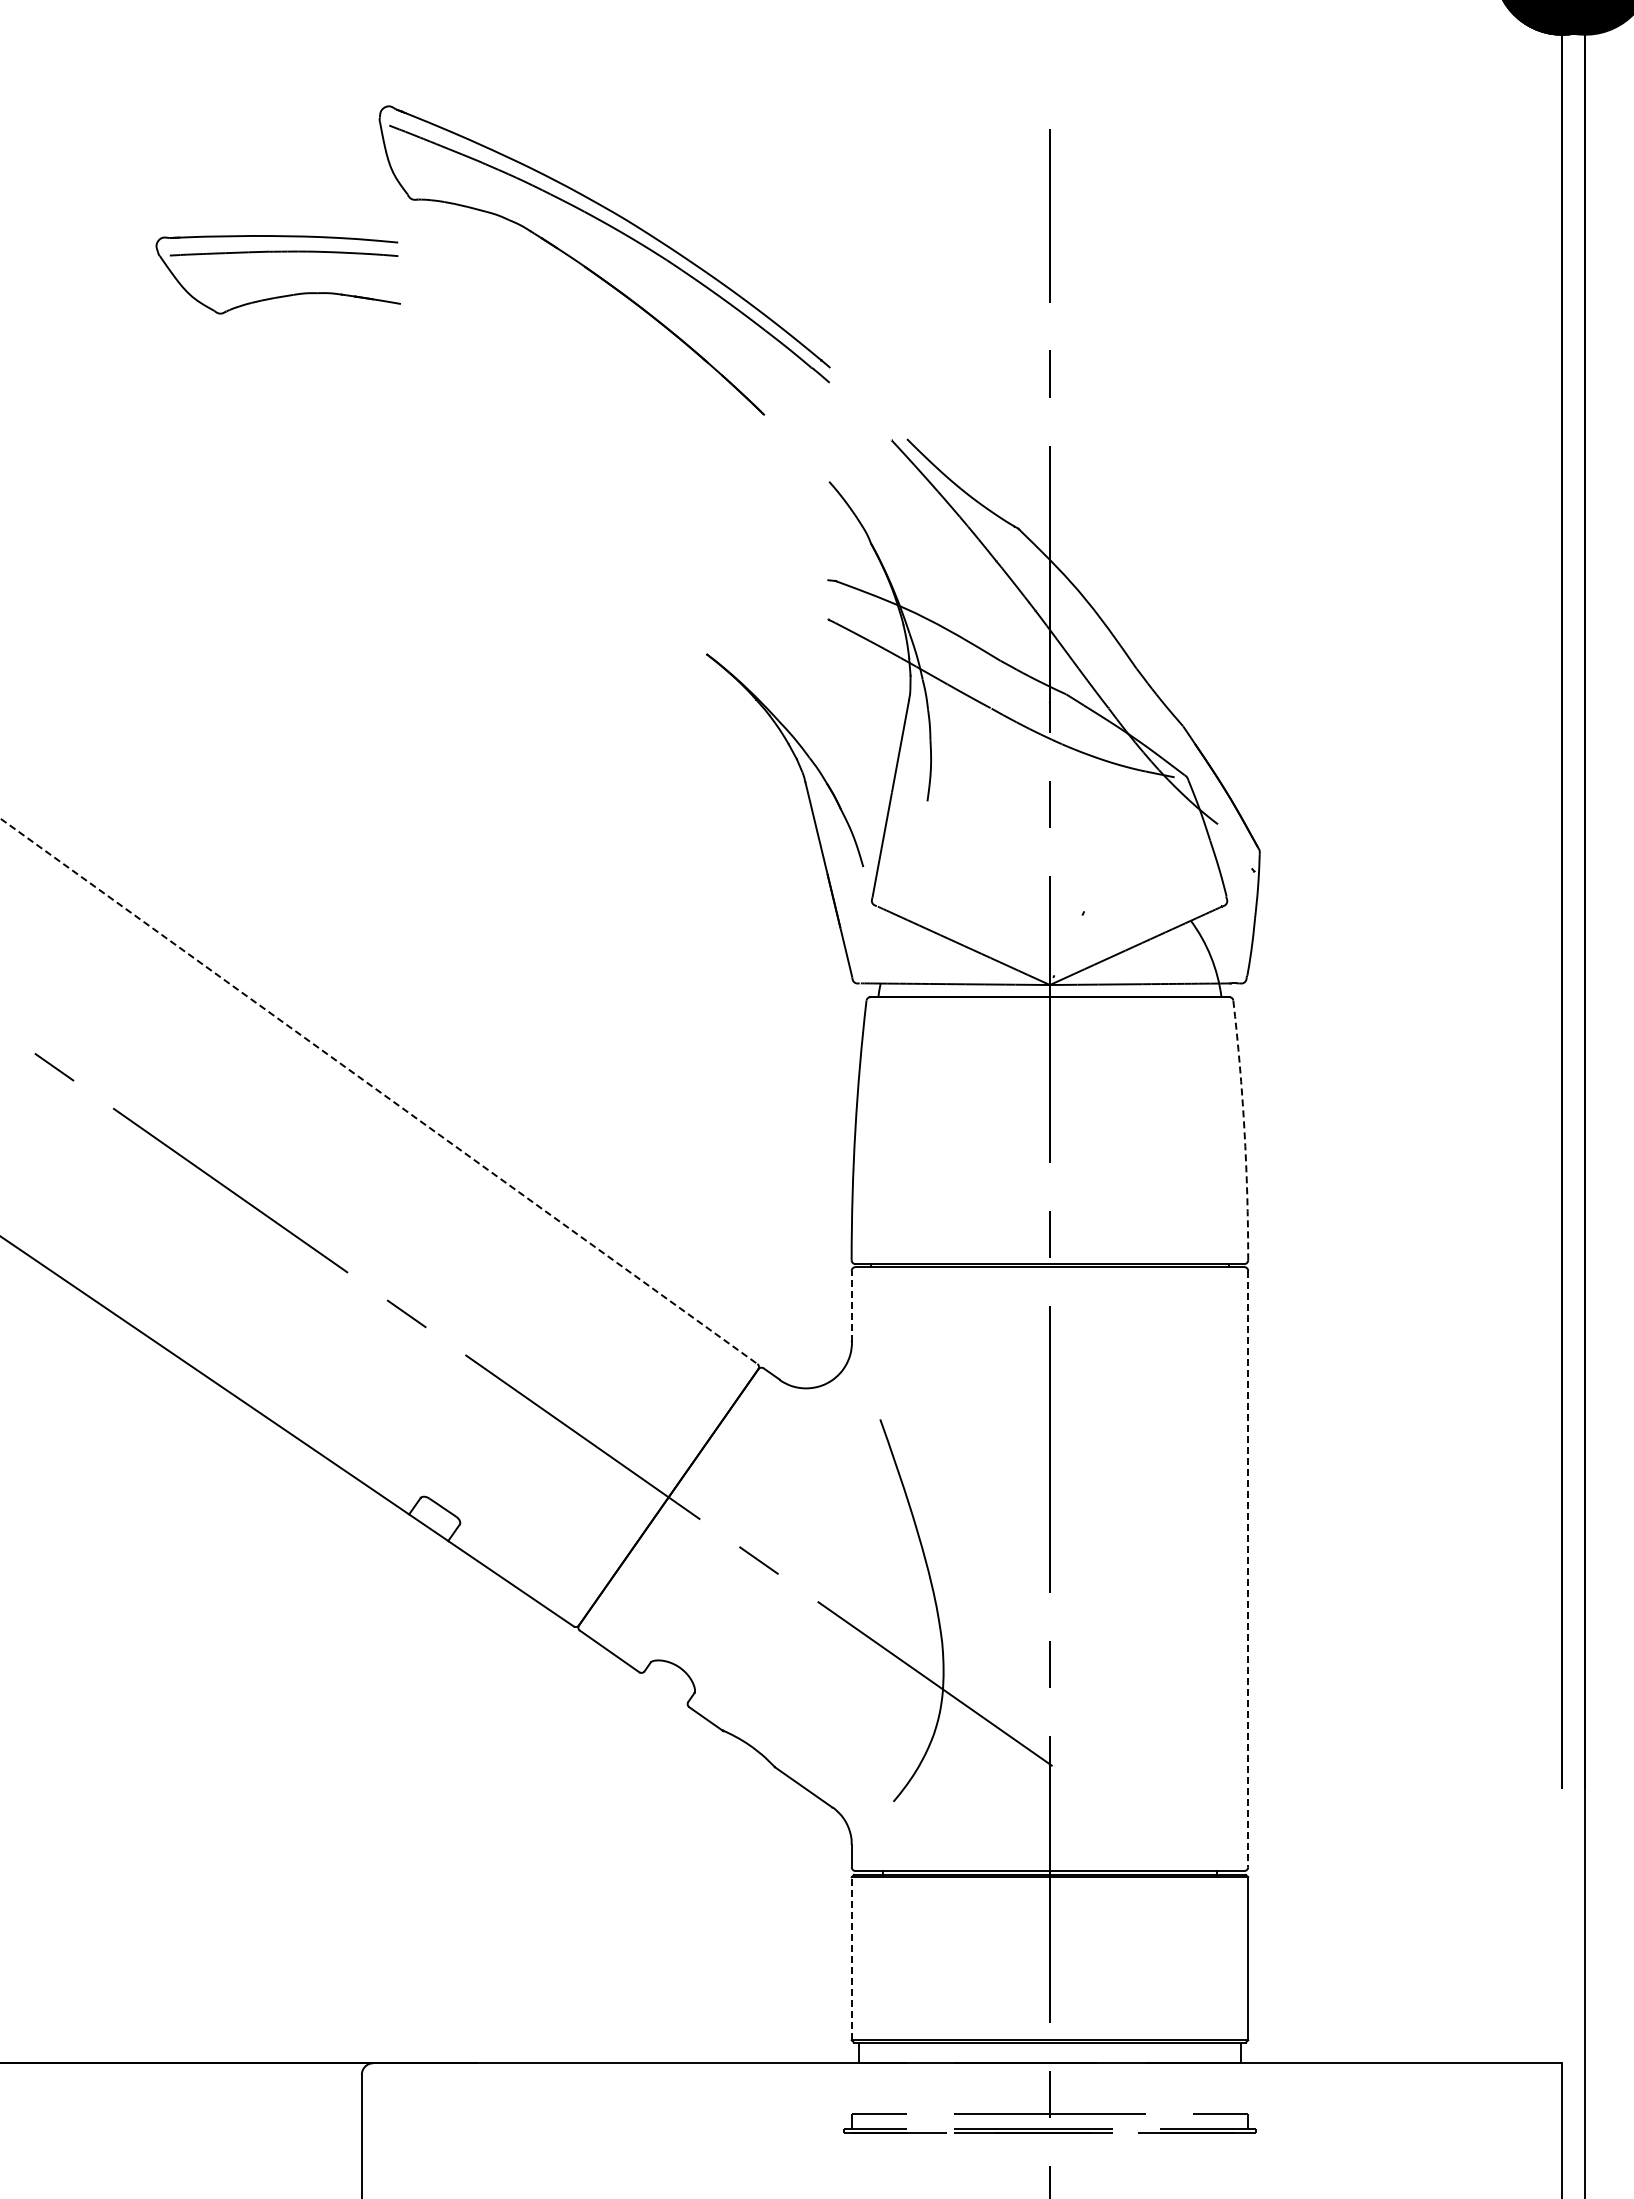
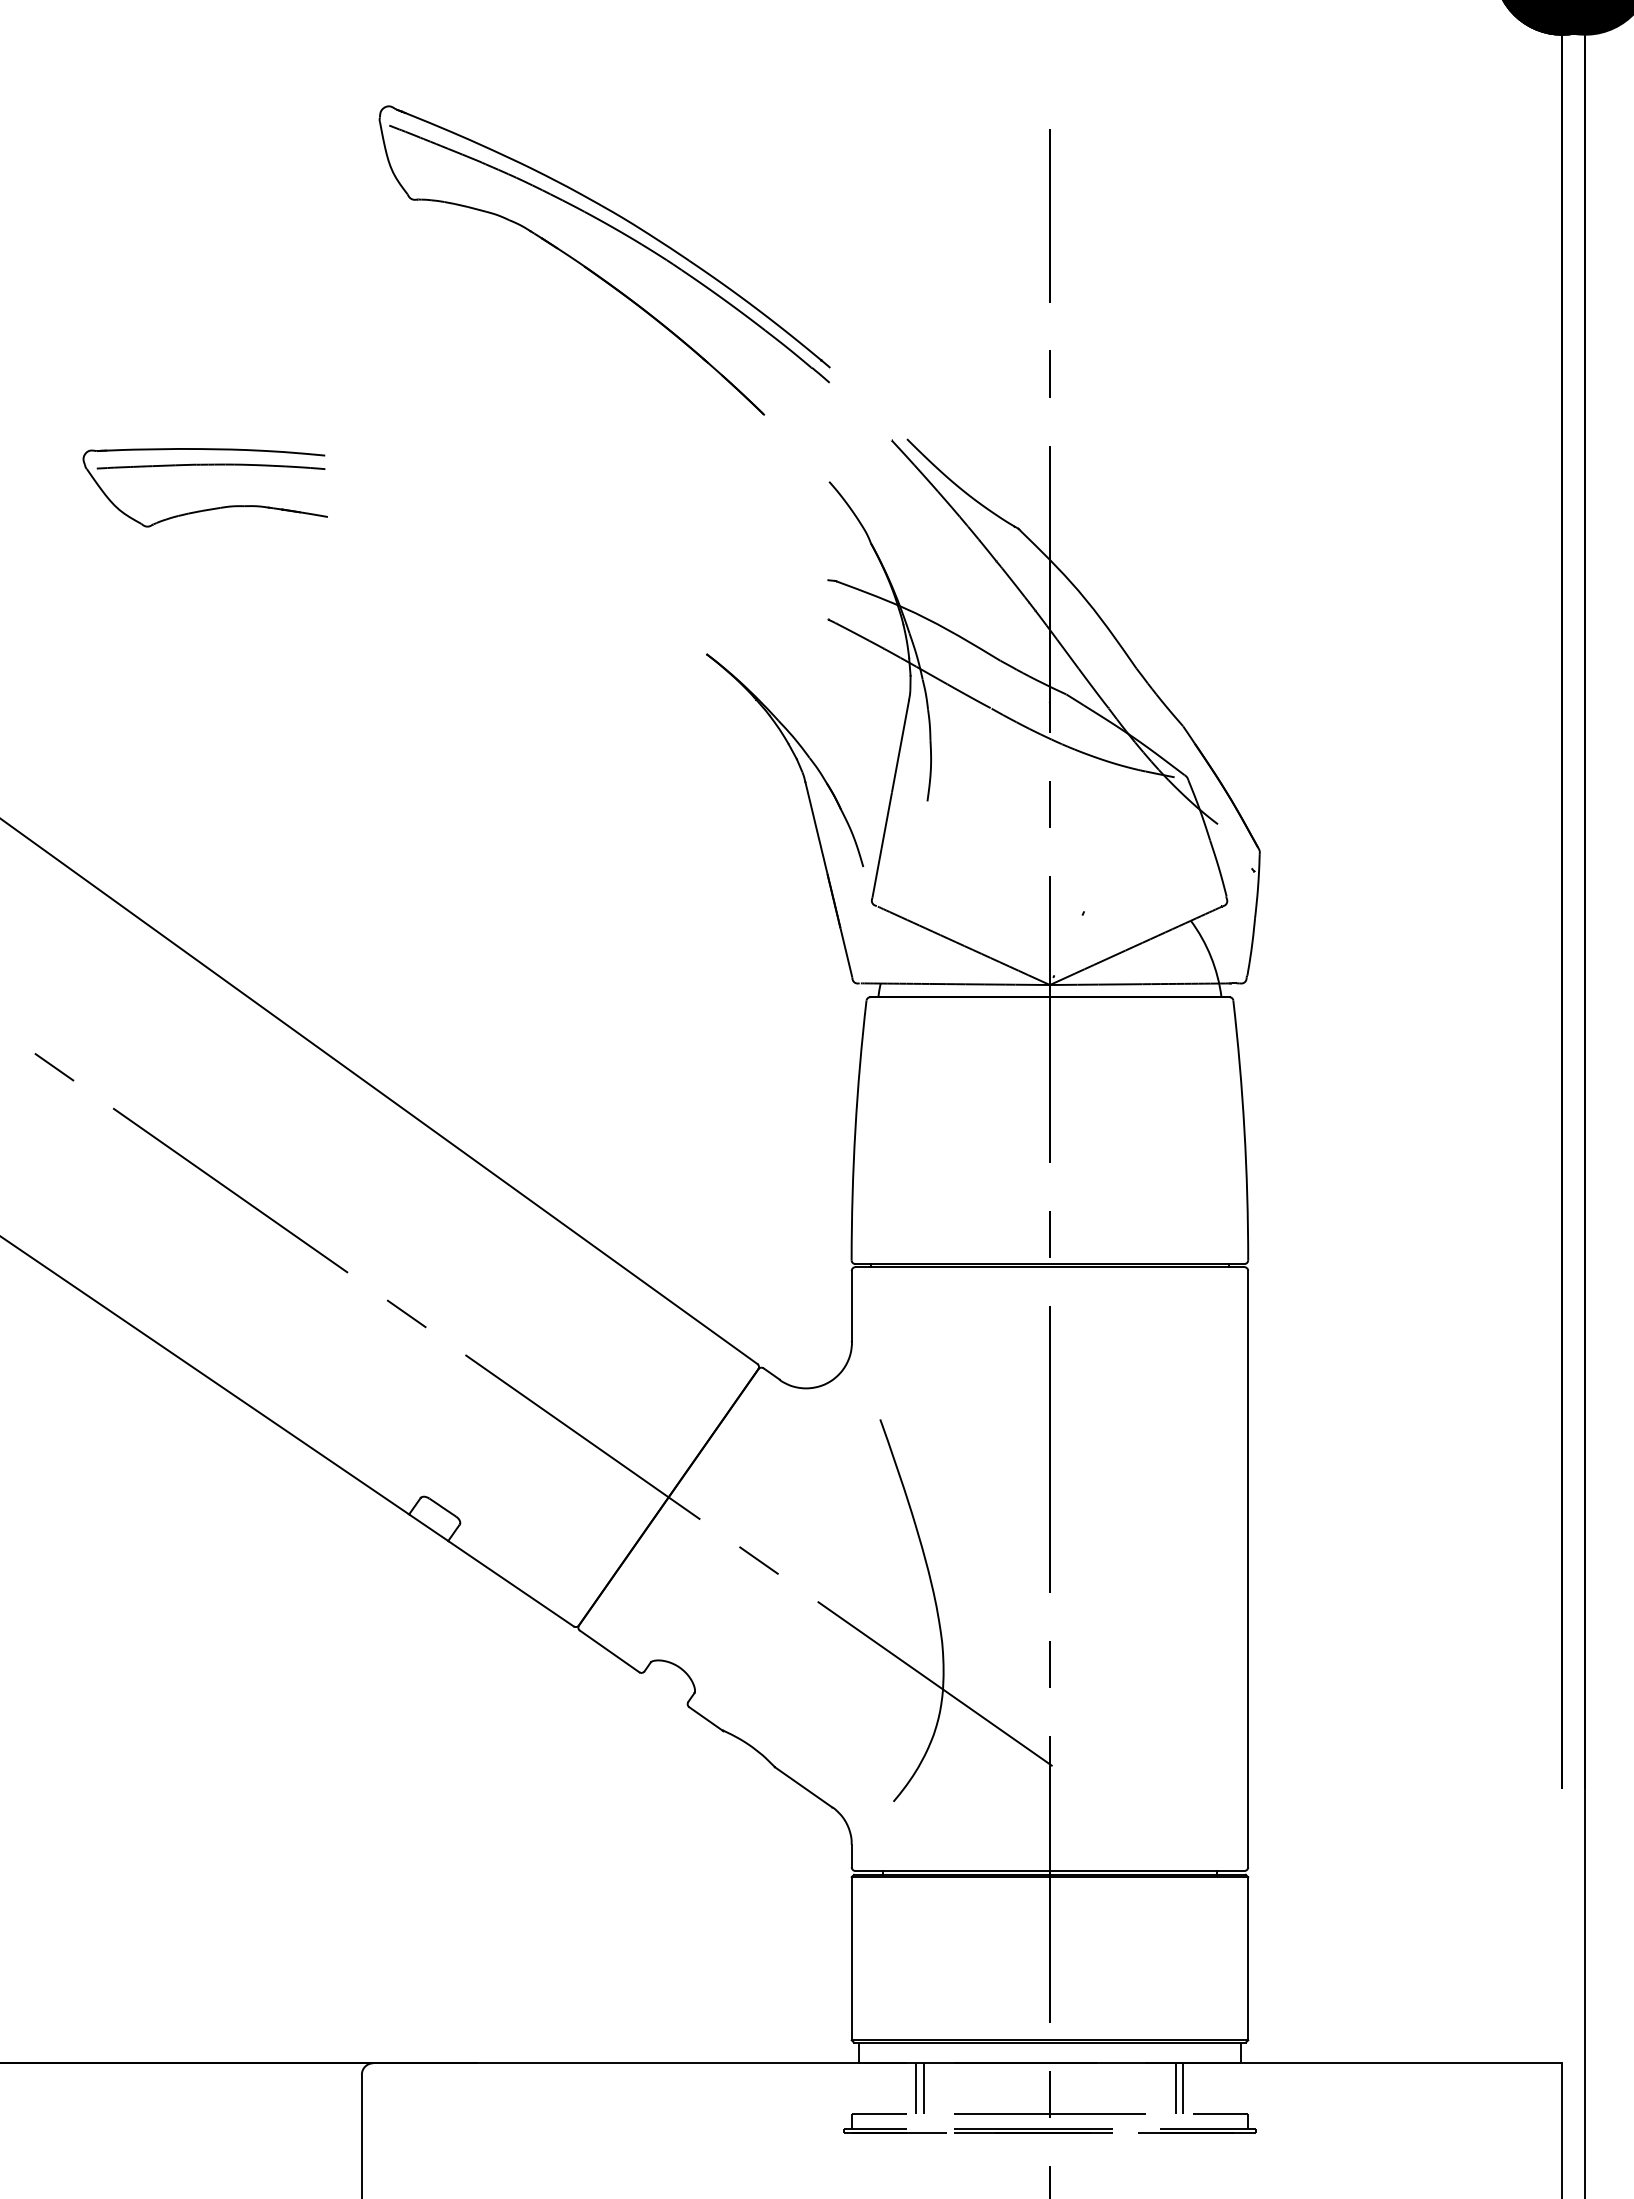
part at (282, 295) position: (282, 295) -> (209, 508)
line at (378, 1091): dashed -> solid
arc at (1244, 1130): dashed -> solid
line at (851, 1306): dashed -> solid
line at (1248, 1569): dashed -> solid
line at (851, 1958): dashed -> solid
line at (916, 2088): none -> present
line at (924, 2088): none -> present
line at (1175, 2088): none -> present
line at (1183, 2088): none -> present
